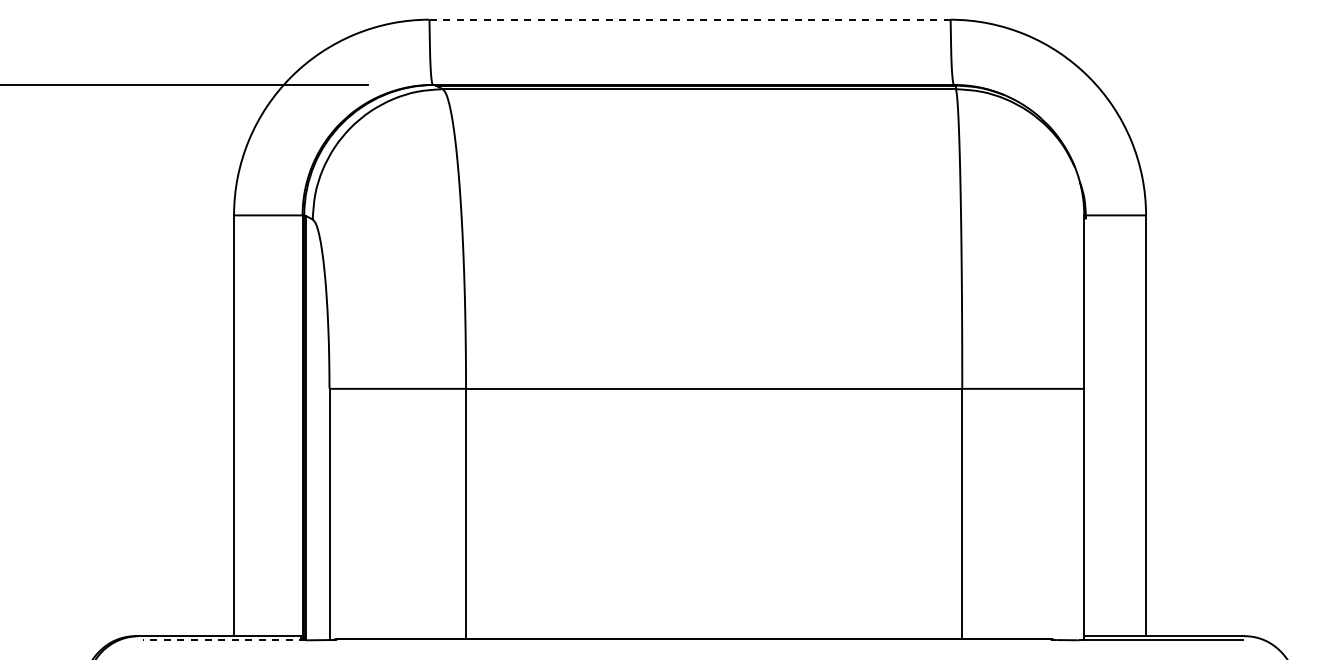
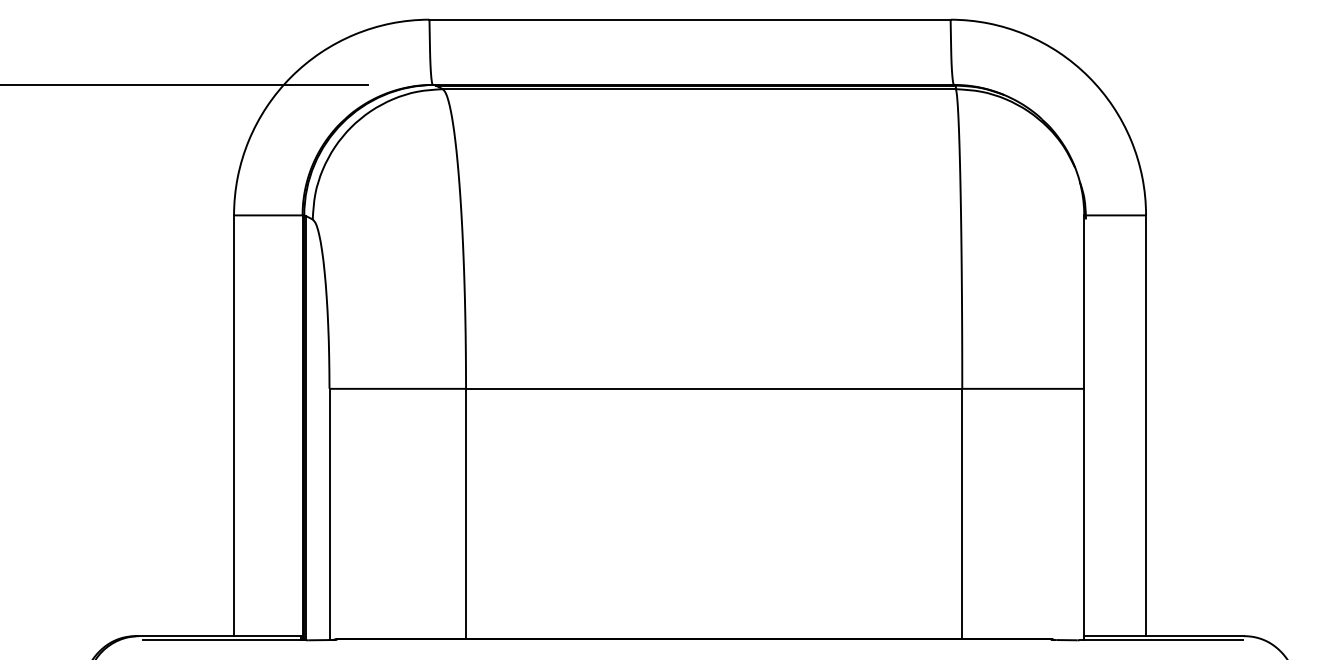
line at (690, 19): dashed -> solid
line at (224, 640): dashed -> solid
